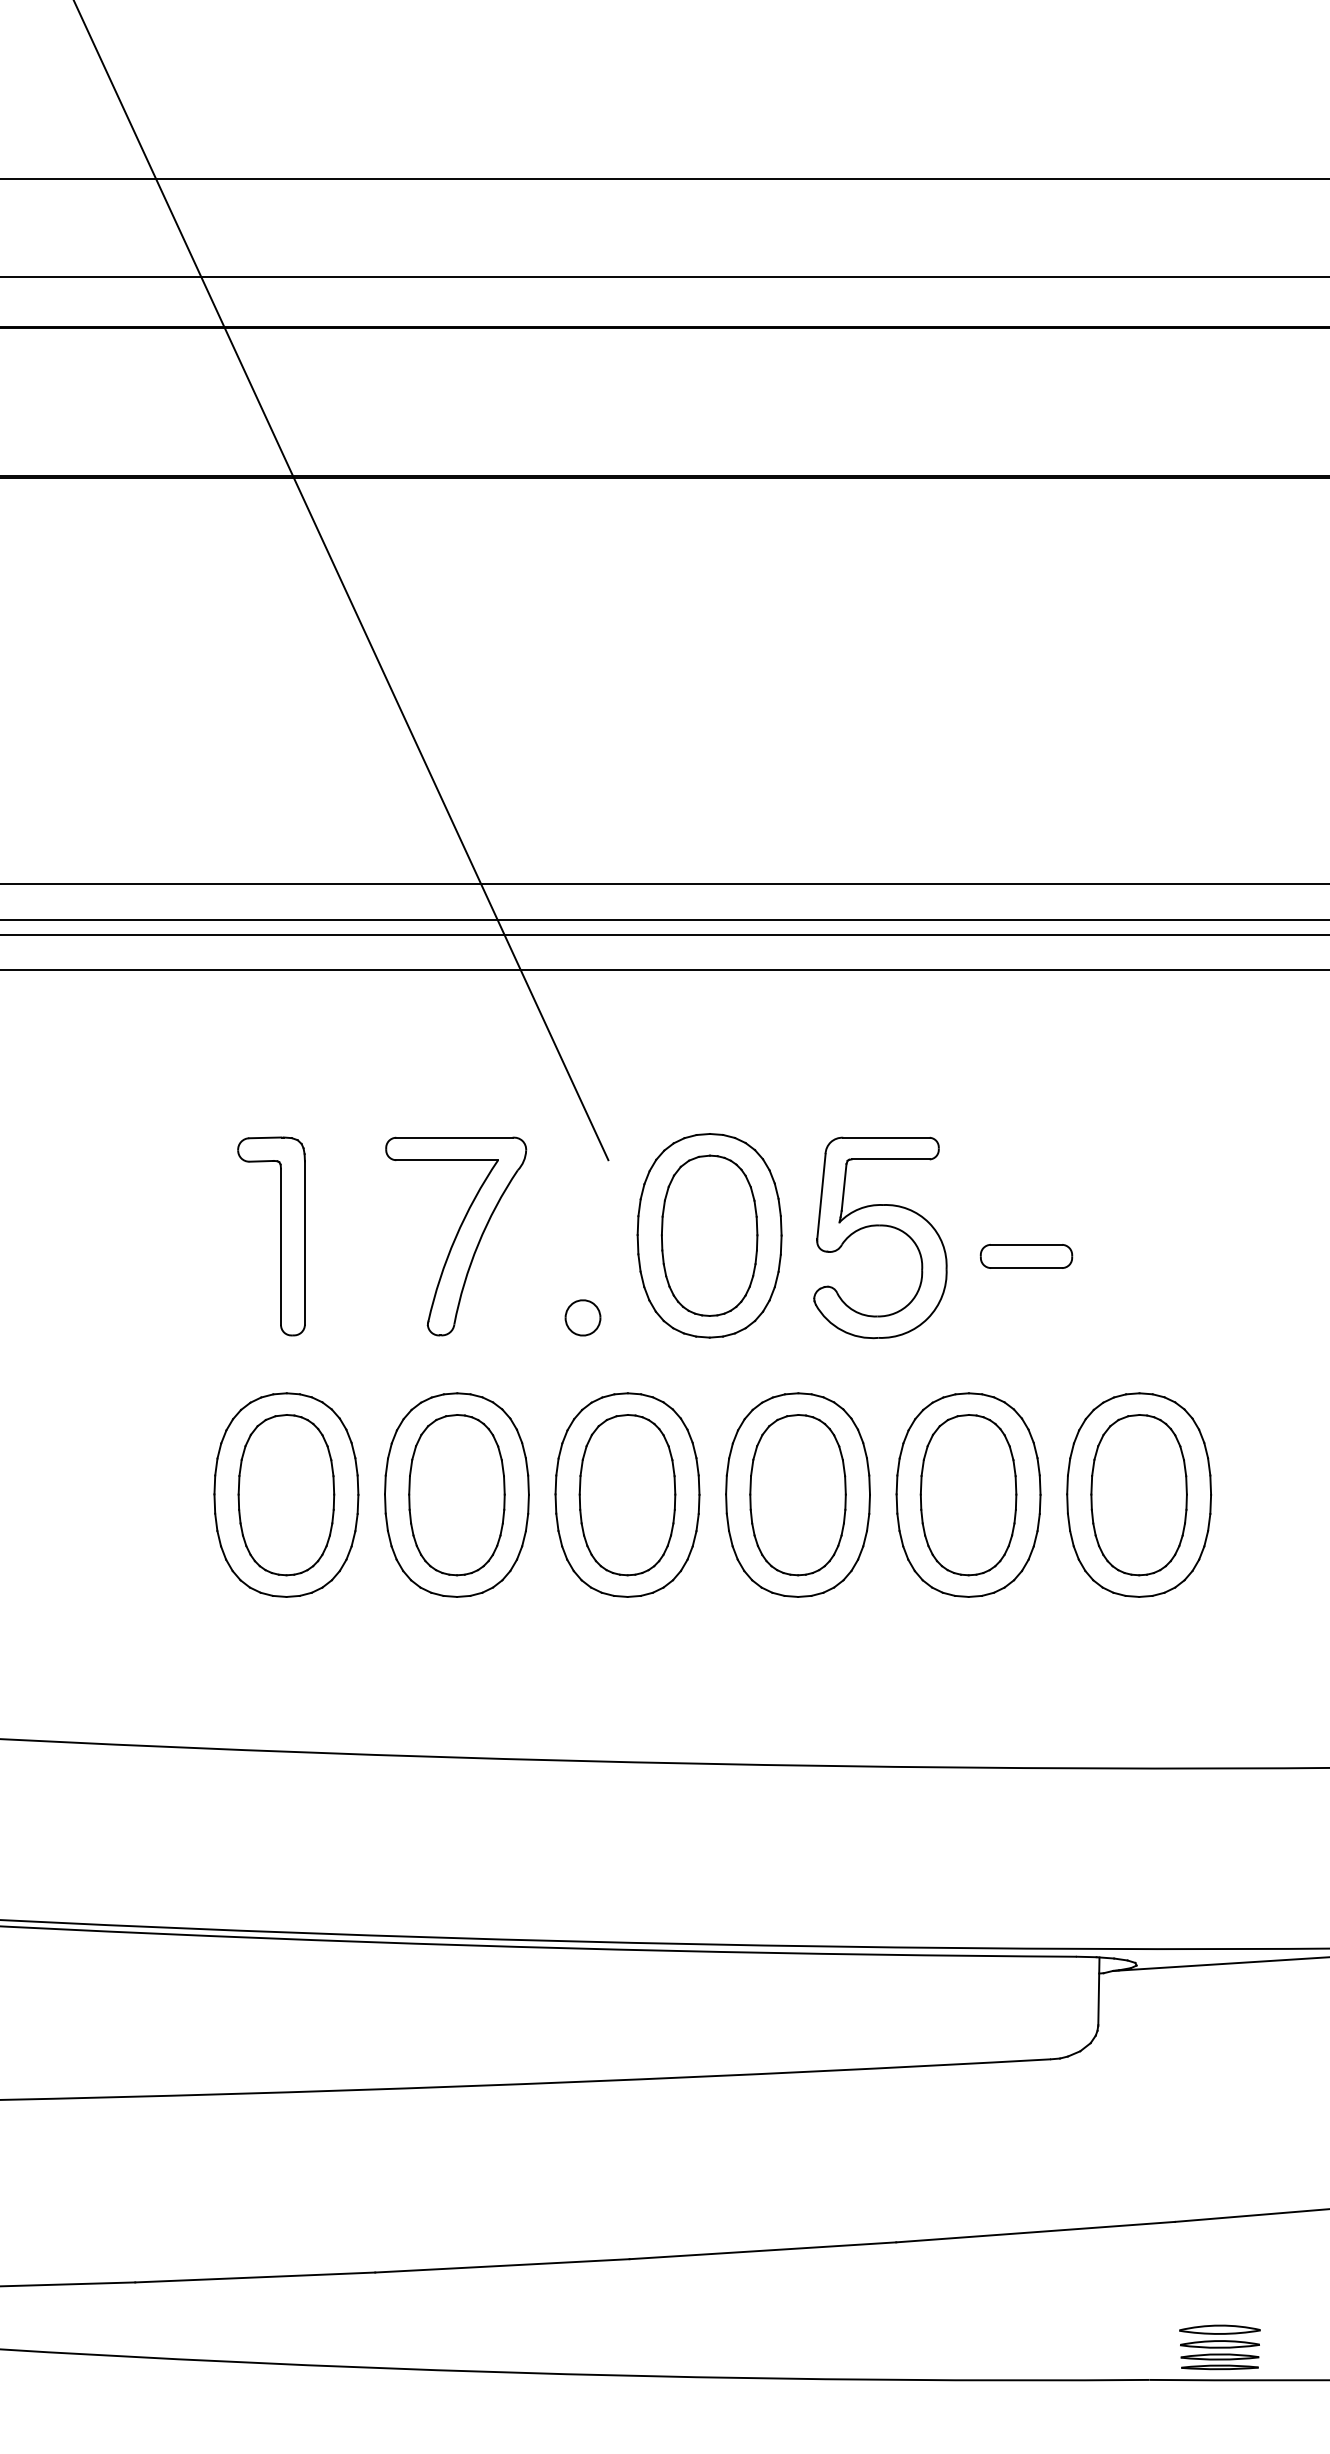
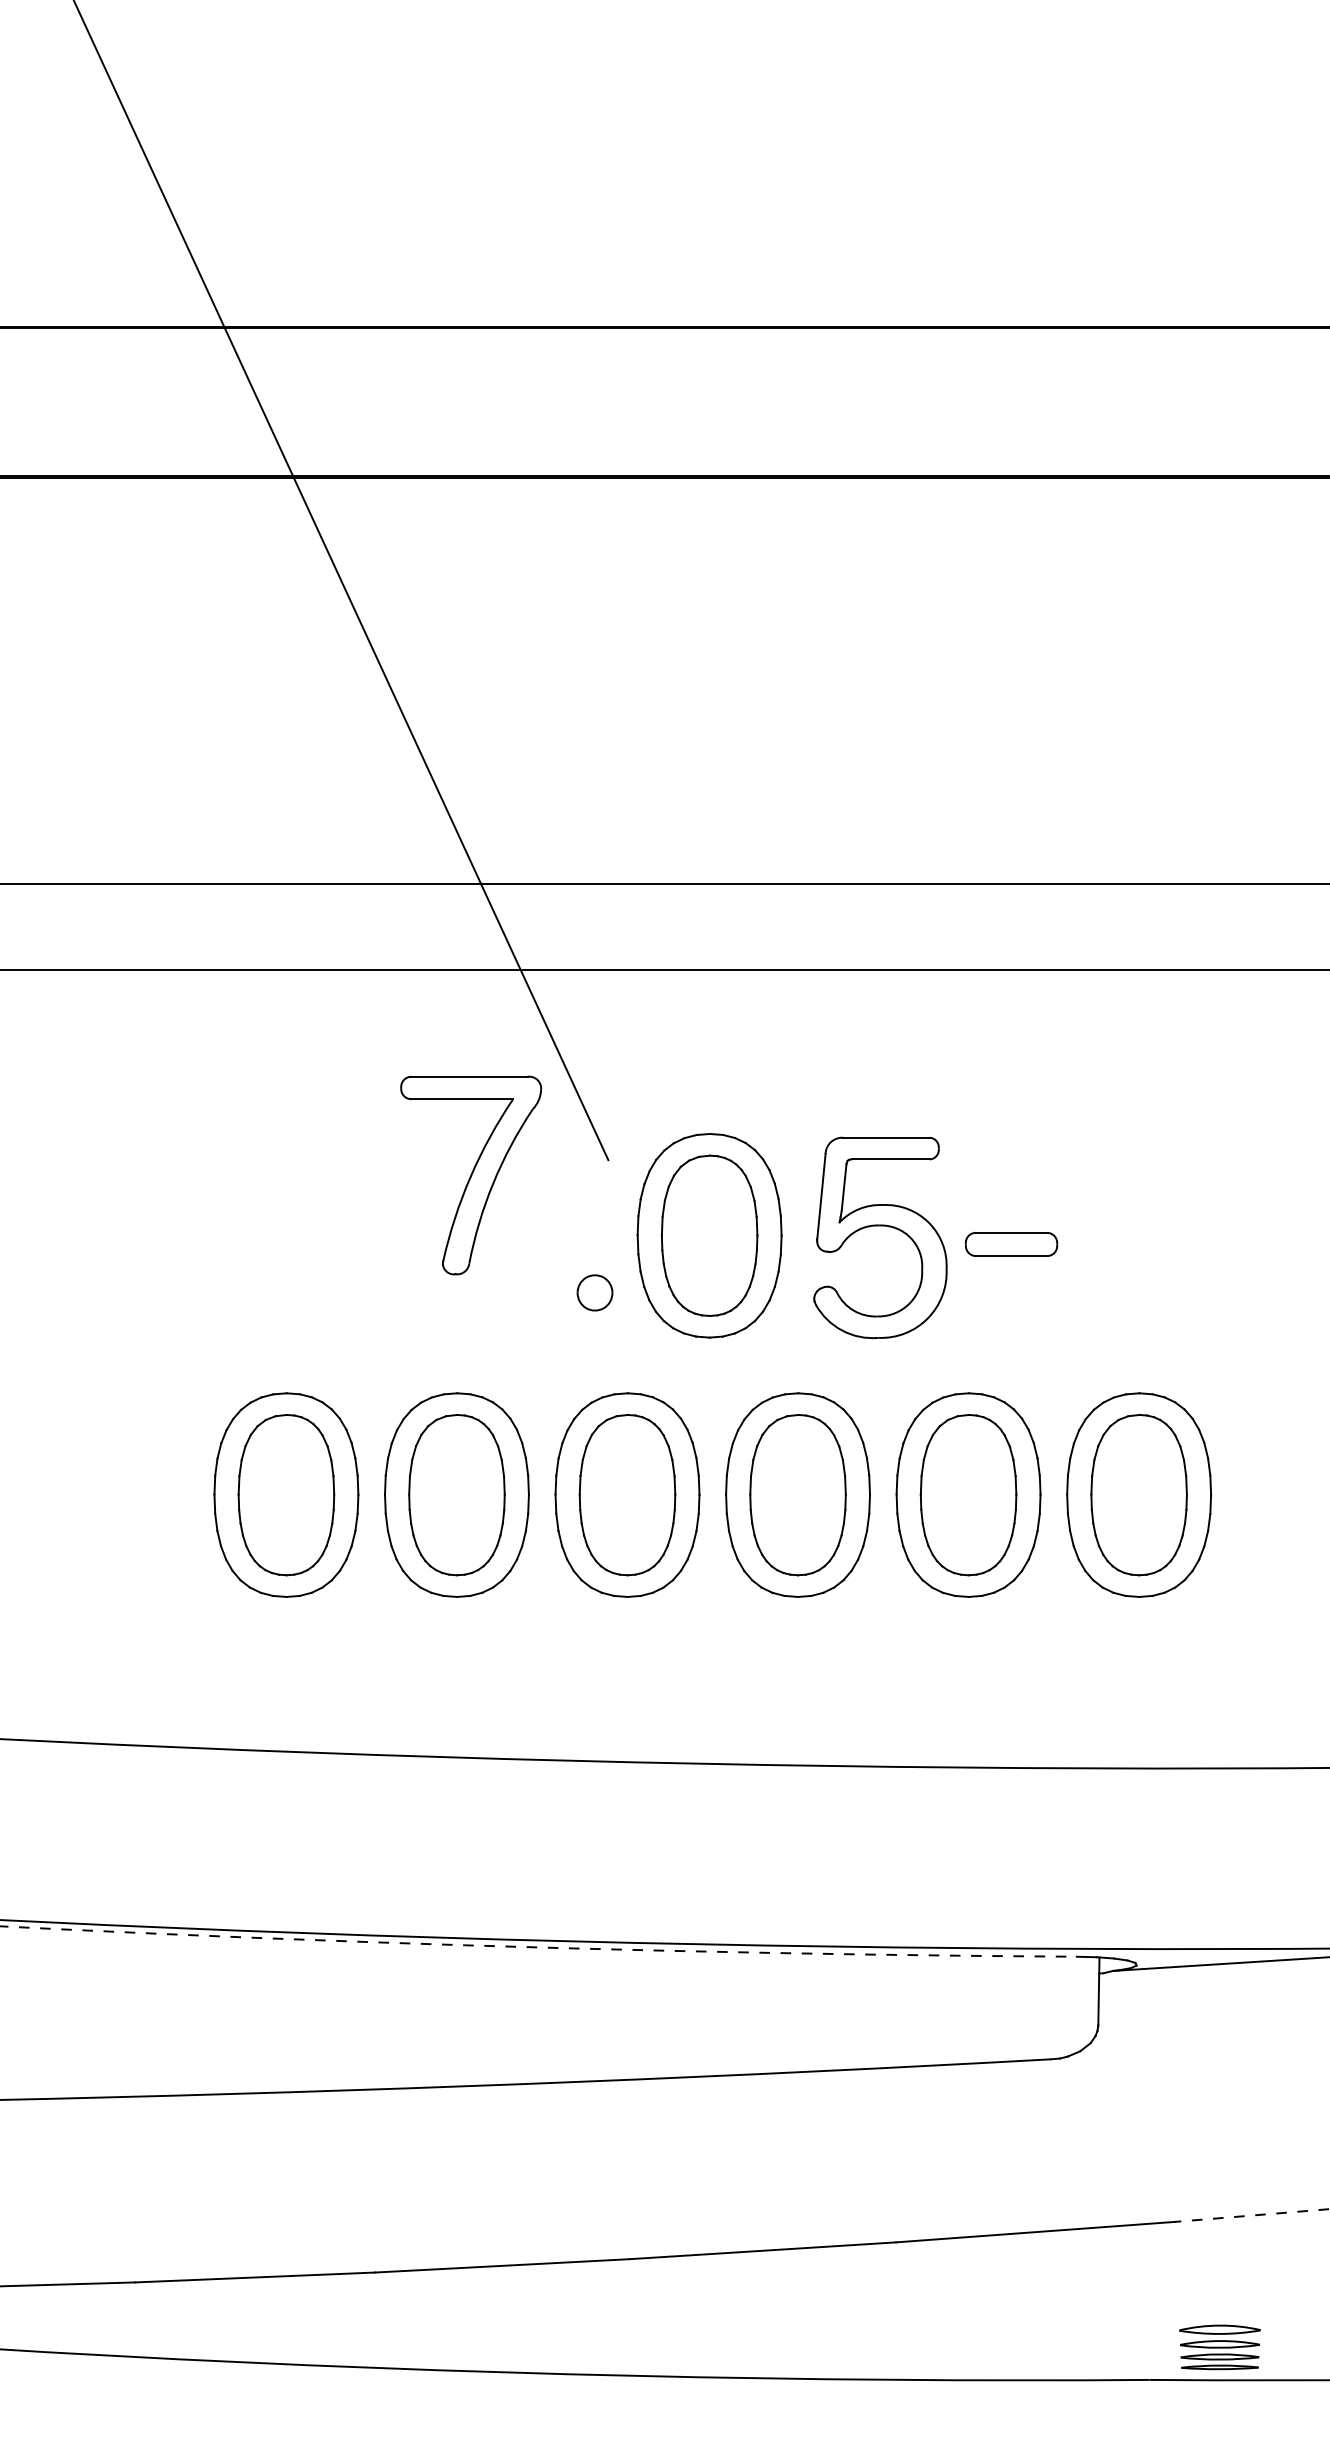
line at (664, 179): present -> none
line at (664, 277): present -> none
line at (664, 920): present -> none
line at (664, 935): present -> none
part at (280, 1236): present -> none
part at (456, 1236) position: (456, 1236) -> (471, 1175)
part at (1026, 1256) position: (1026, 1256) -> (1011, 1244)
part at (582, 1317) position: (582, 1317) -> (594, 1292)
arc at (538, 1947): solid -> dashed
line at (1252, 2215): solid -> dashed
